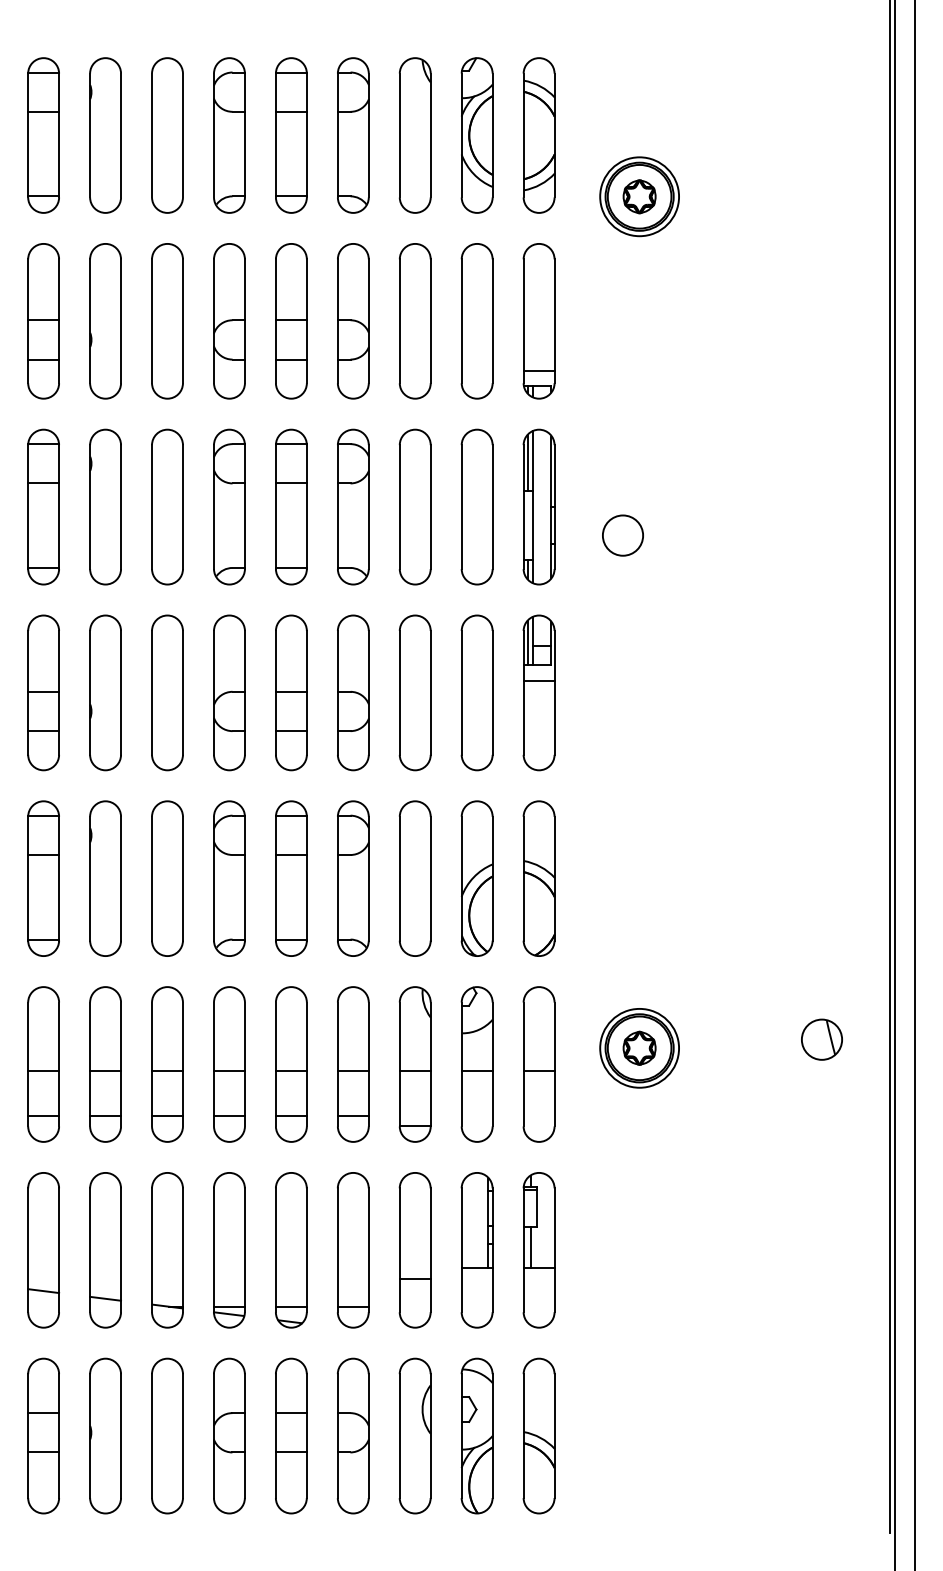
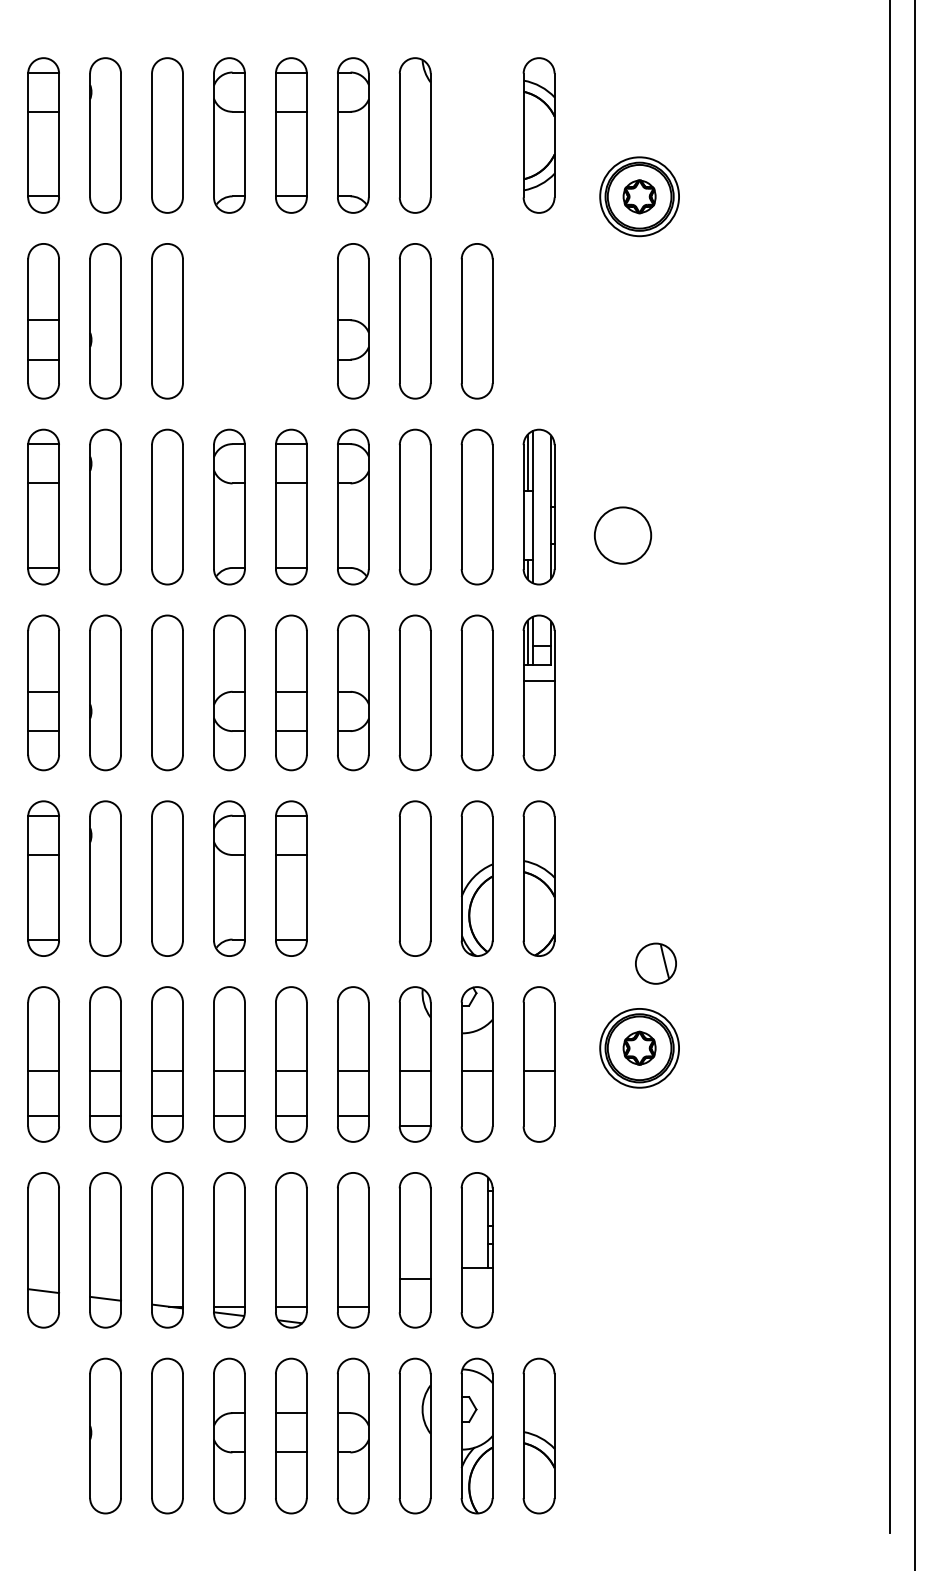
part at (476, 135): present -> none
part at (229, 321): present -> none
part at (291, 321): present -> none
part at (538, 321): present -> none
circle at (622, 535) diameter: 40 px -> 56 px
line at (895, 784): present -> none
part at (353, 878): present -> none
part at (821, 1039) position: (821, 1039) -> (655, 963)
part at (538, 1250): present -> none
part at (43, 1435): present -> none
